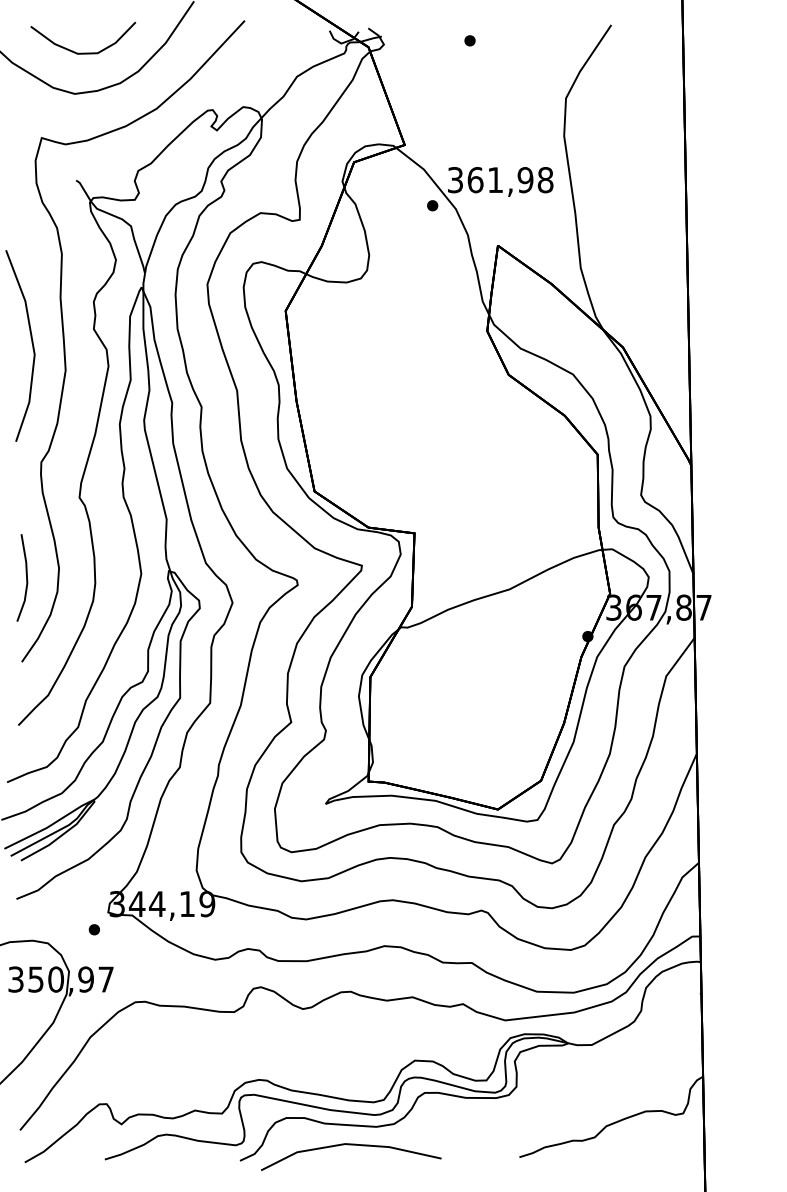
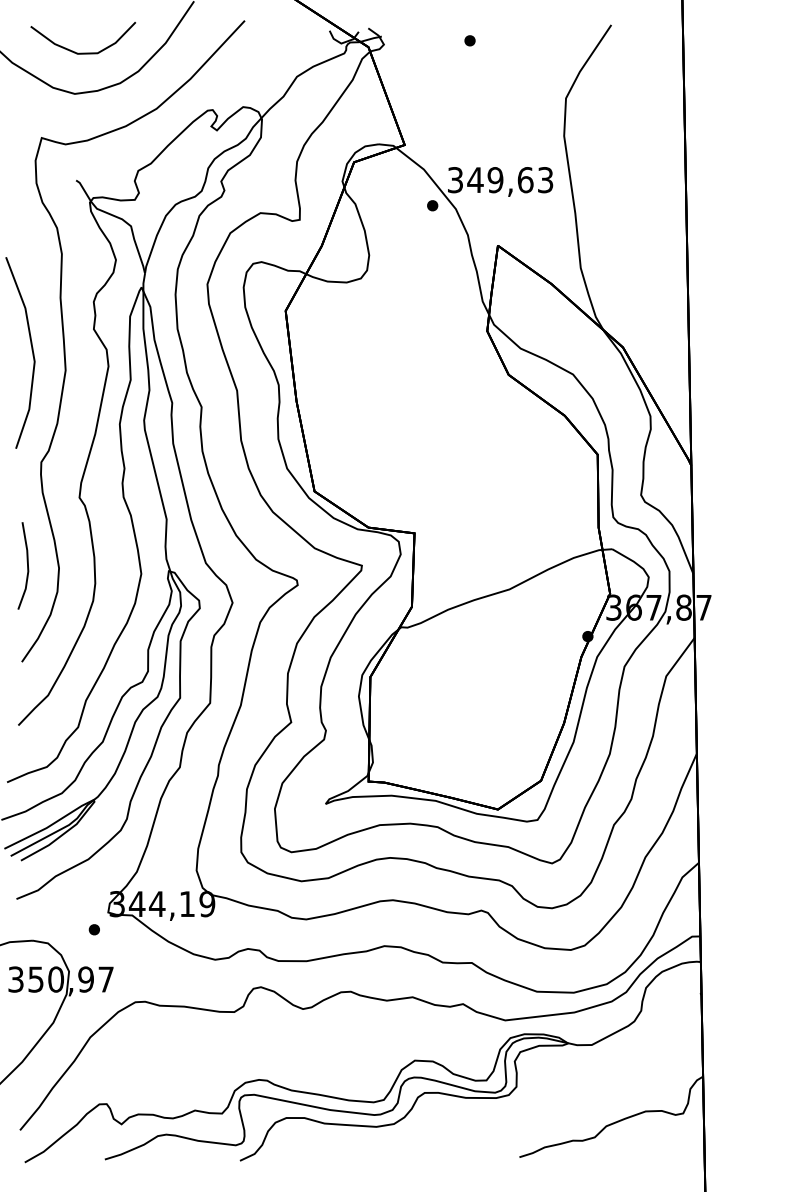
text at (510, 180): 361,98 -> 349,63
line at (31, 343) position: (31, 343) -> (31, 350)
line at (26, 577) position: (26, 577) -> (27, 565)
line at (351, 1145): present -> none
